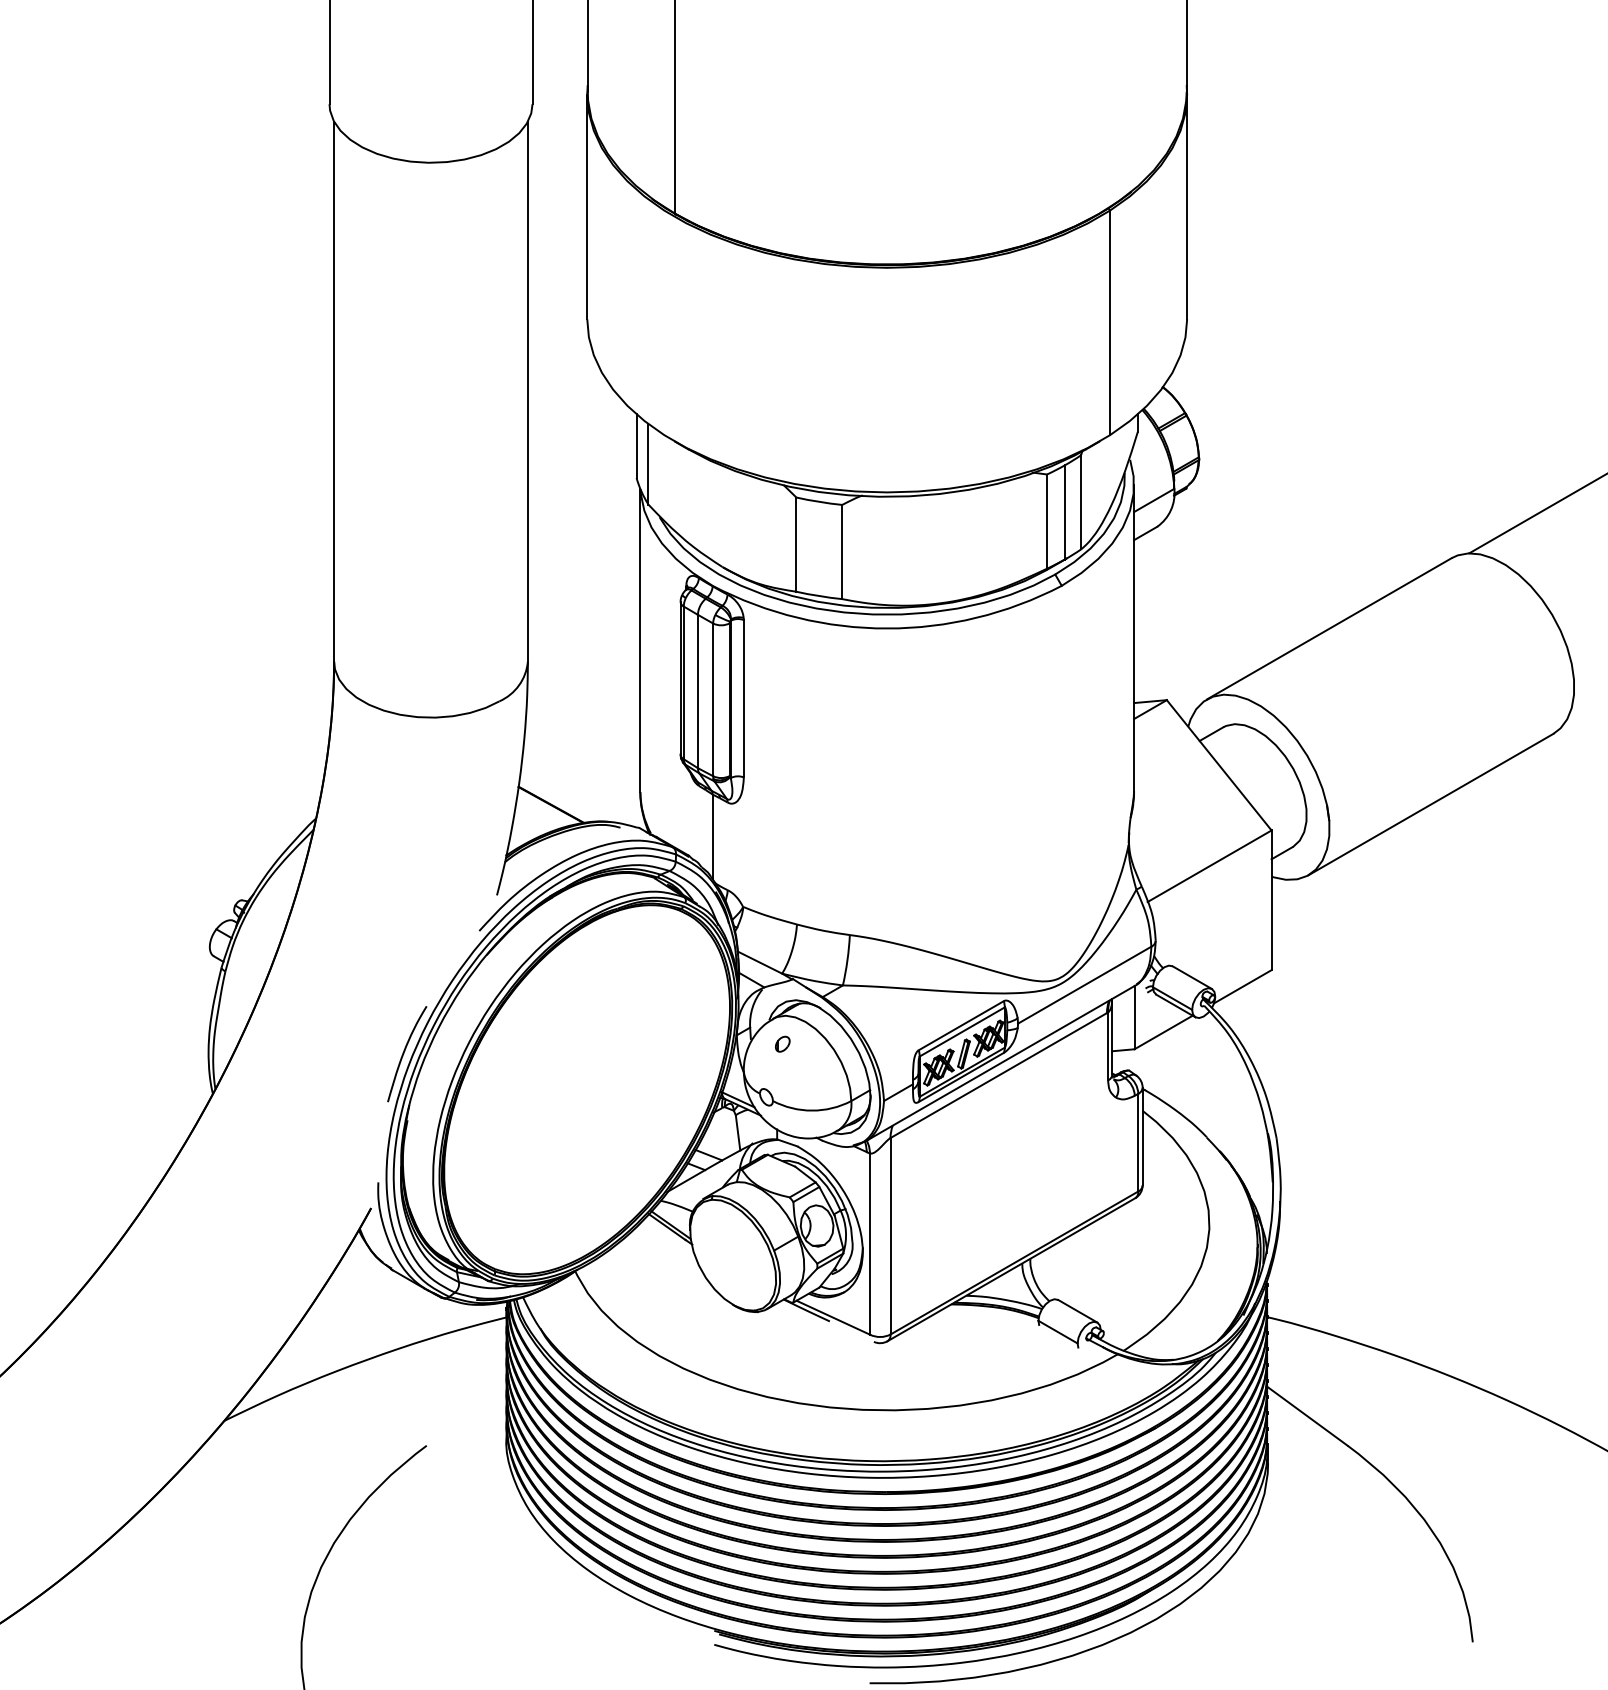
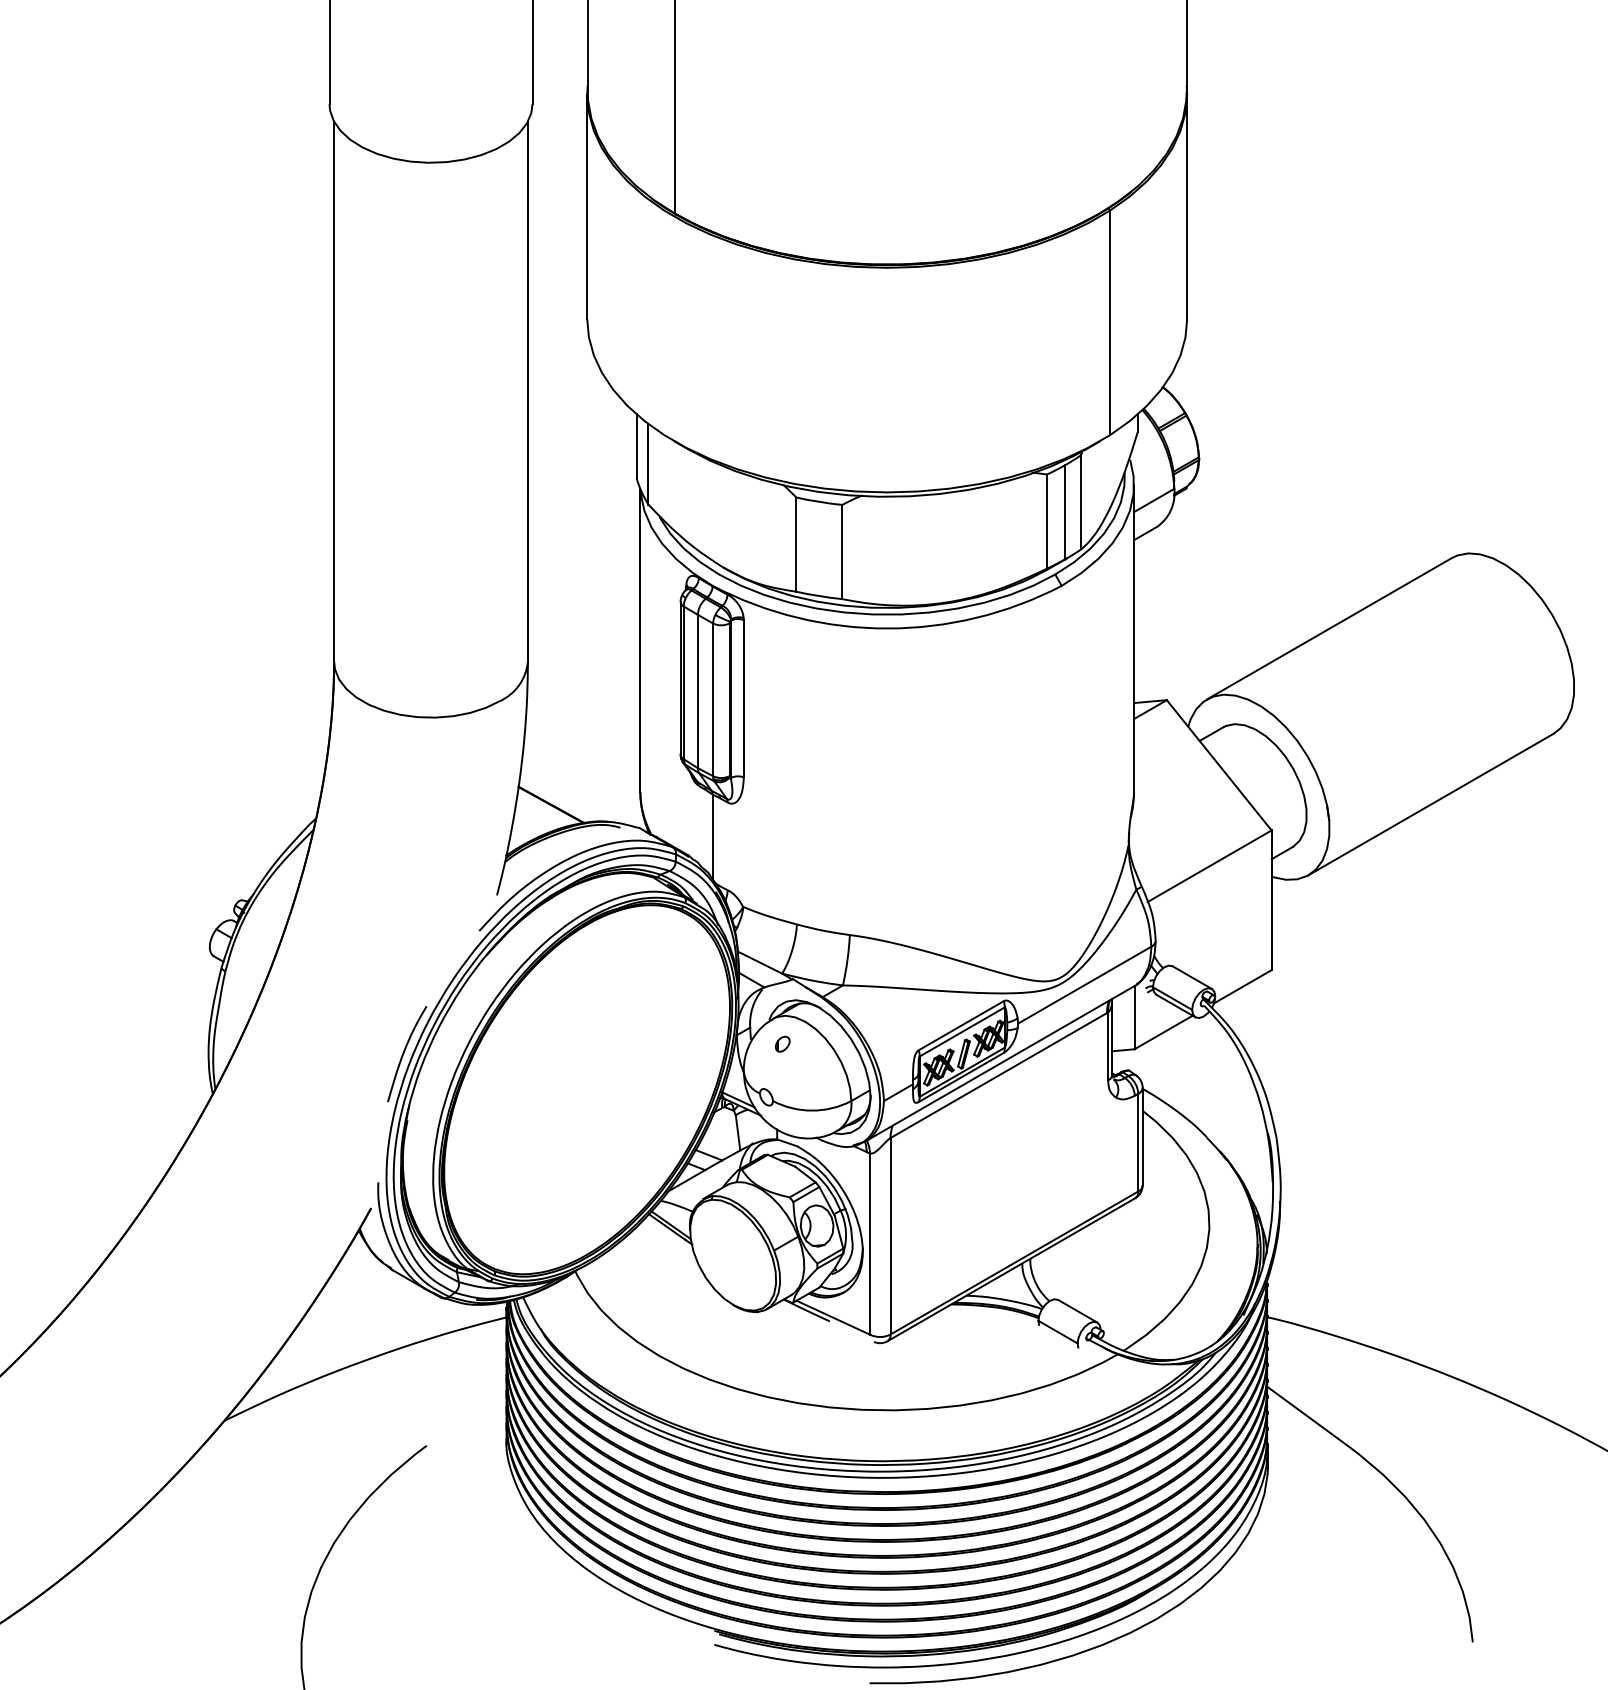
line at (1536, 514): present -> none
